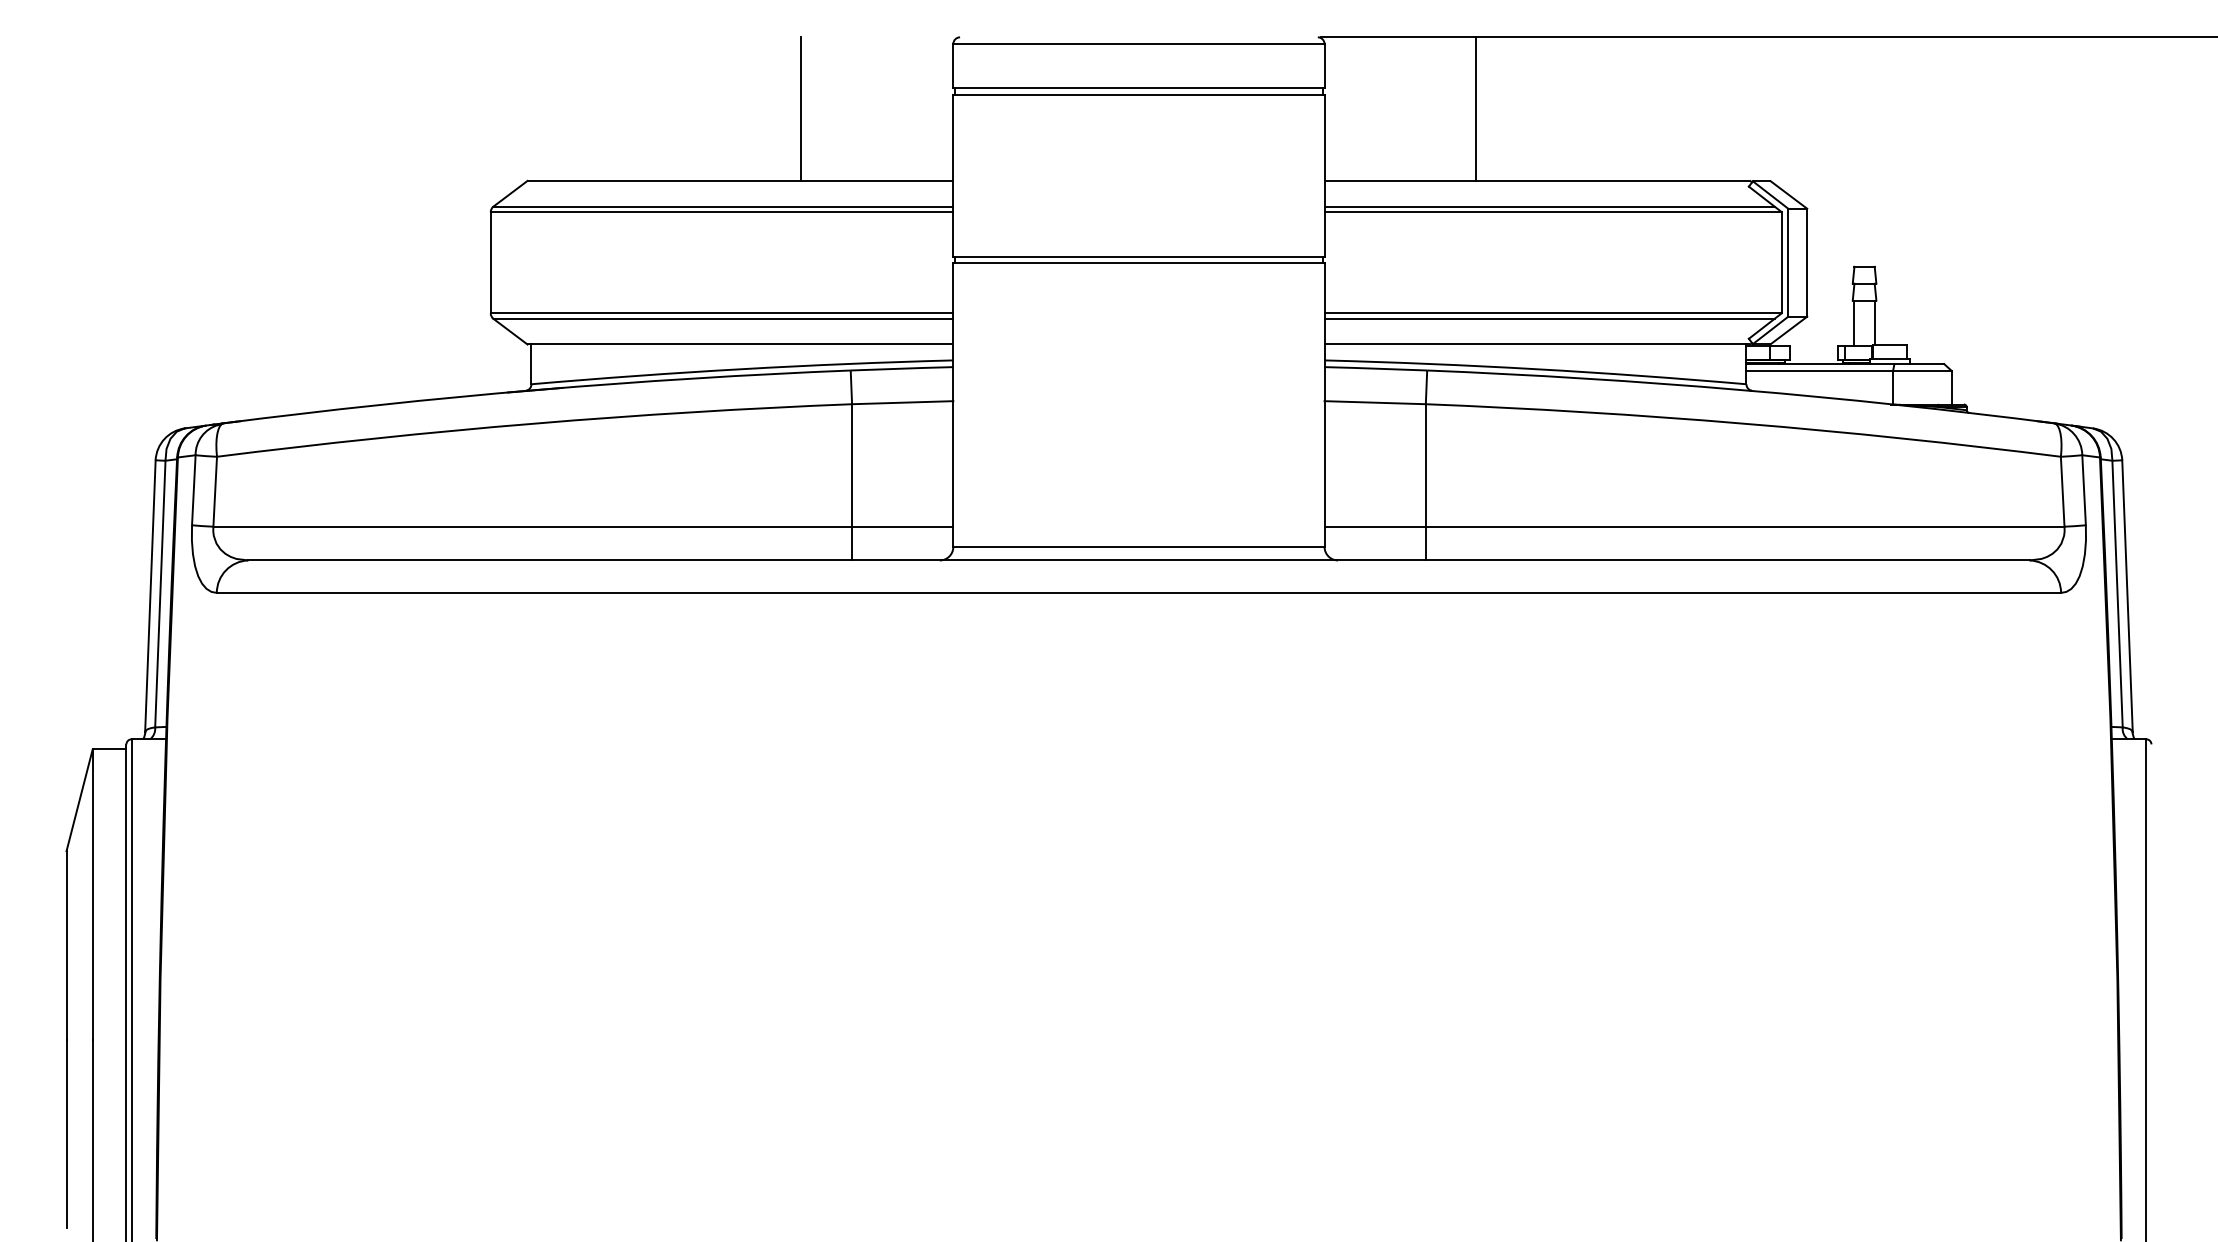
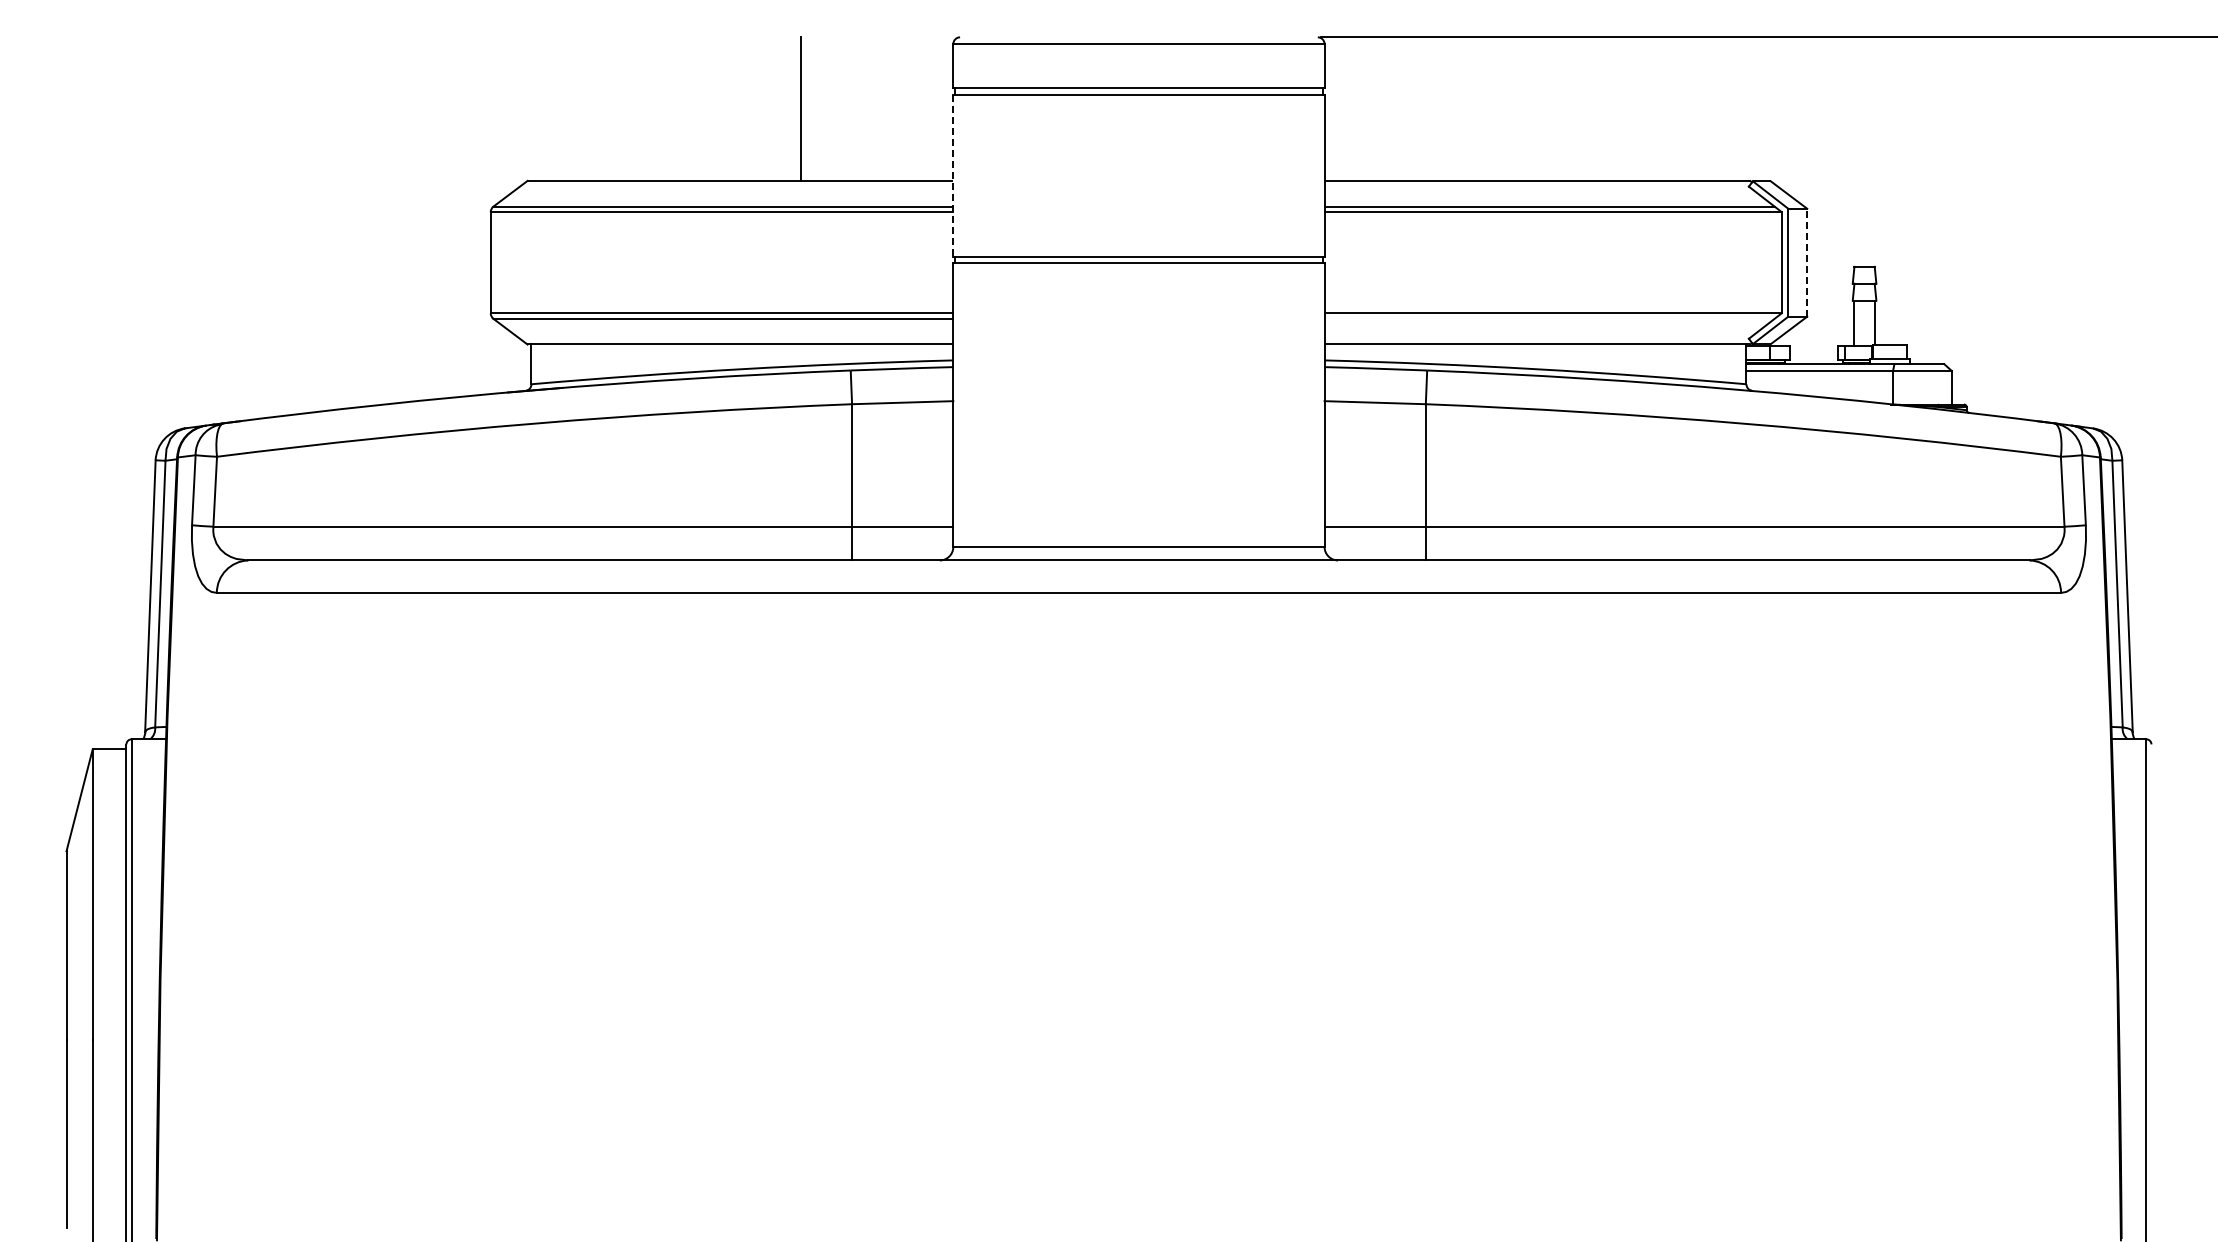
line at (1476, 109): present -> none
line at (953, 176): solid -> dashed
line at (1807, 262): solid -> dashed
line at (1549, 318): present -> none
